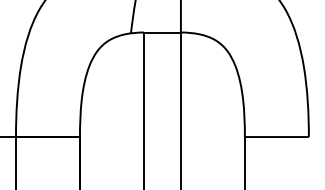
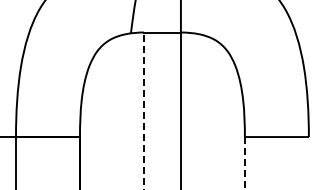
line at (143, 110): solid -> dashed
line at (244, 163): solid -> dashed
